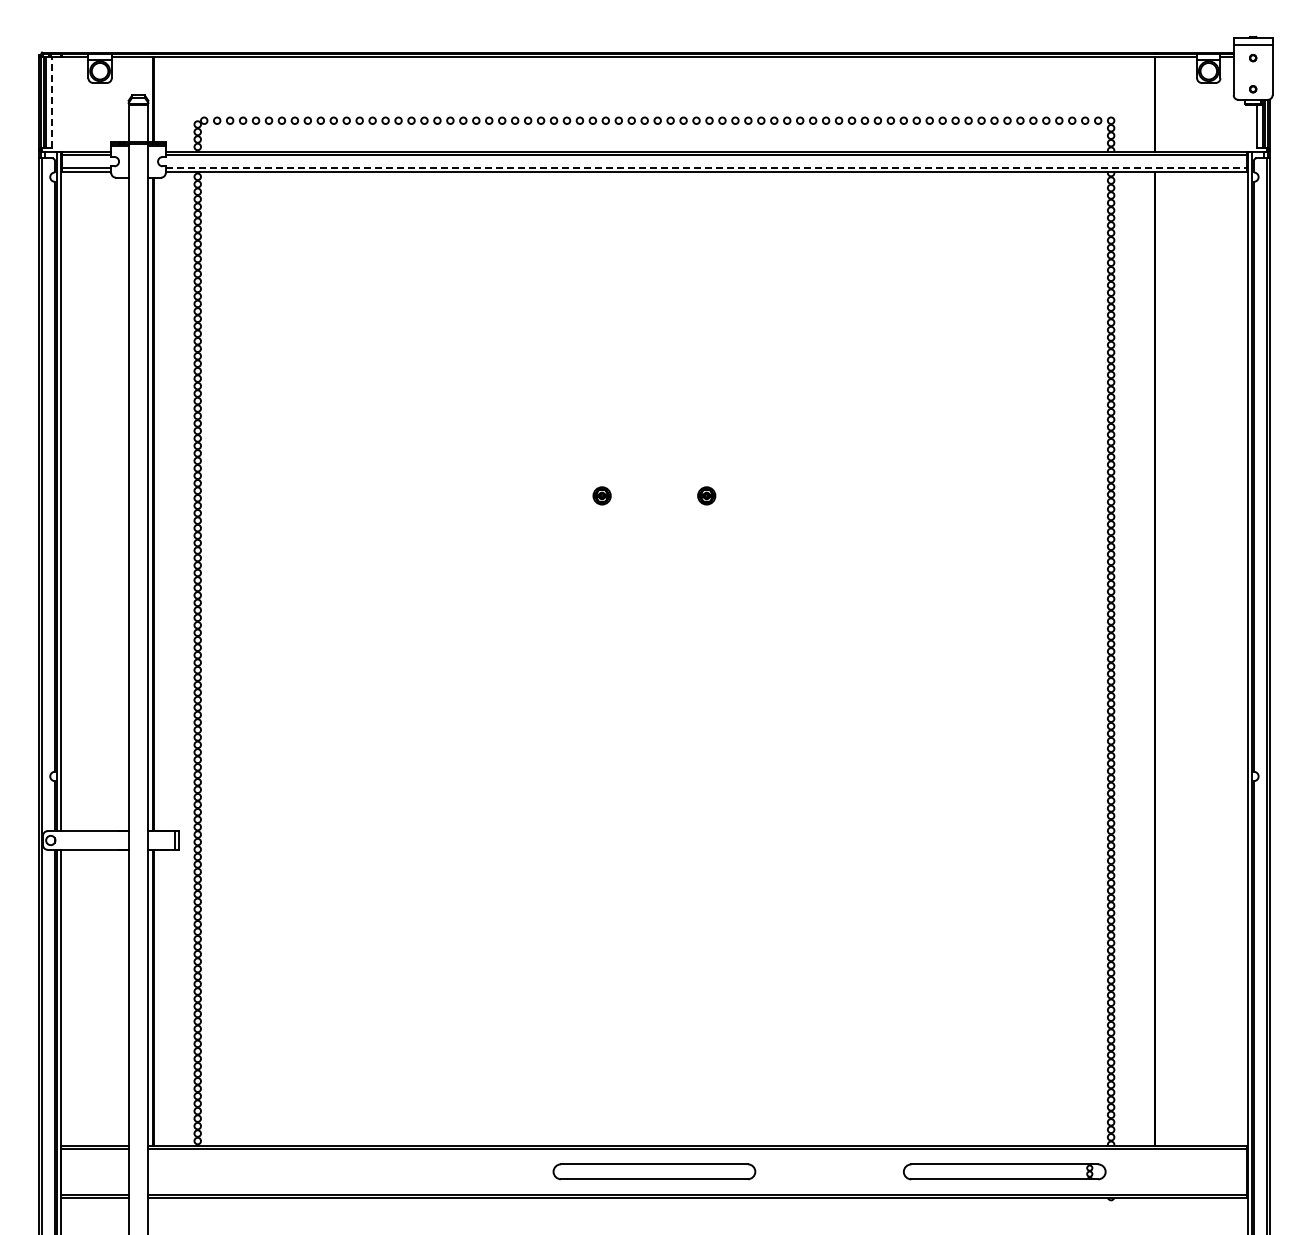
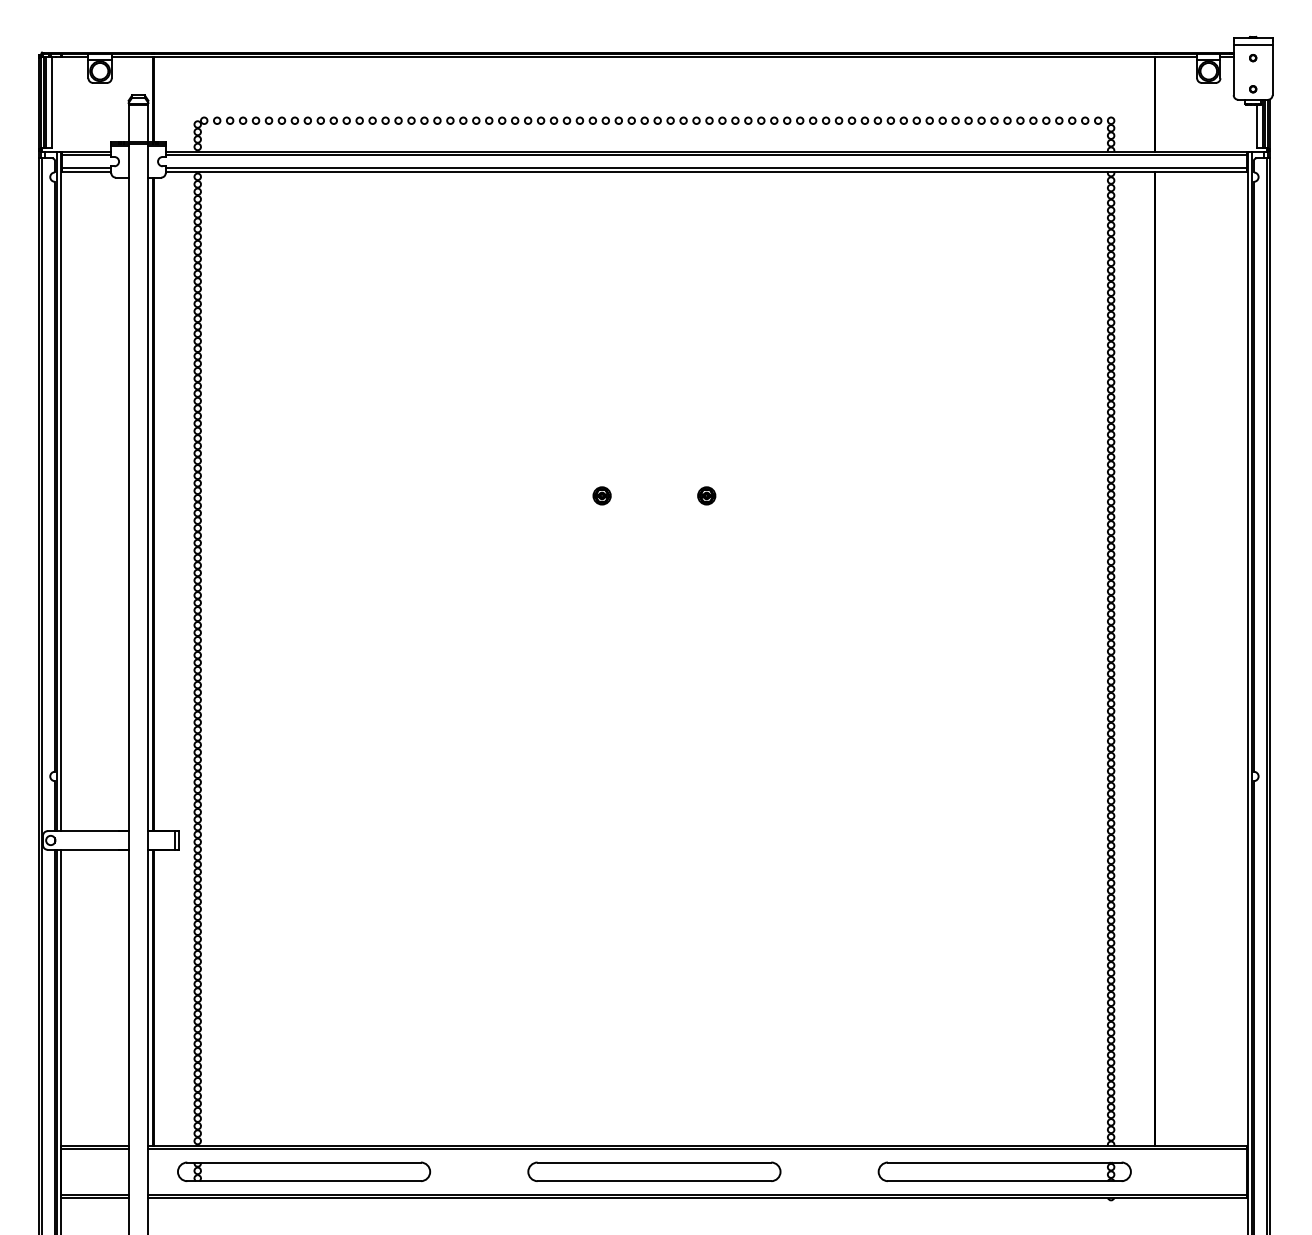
line at (51, 101): dashed -> solid
line at (706, 167): dashed -> solid
part at (304, 1171): none -> present
part at (654, 1171) size: 205x18 px -> 255x21 px
part at (1004, 1171) size: 204x18 px -> 255x22 px
